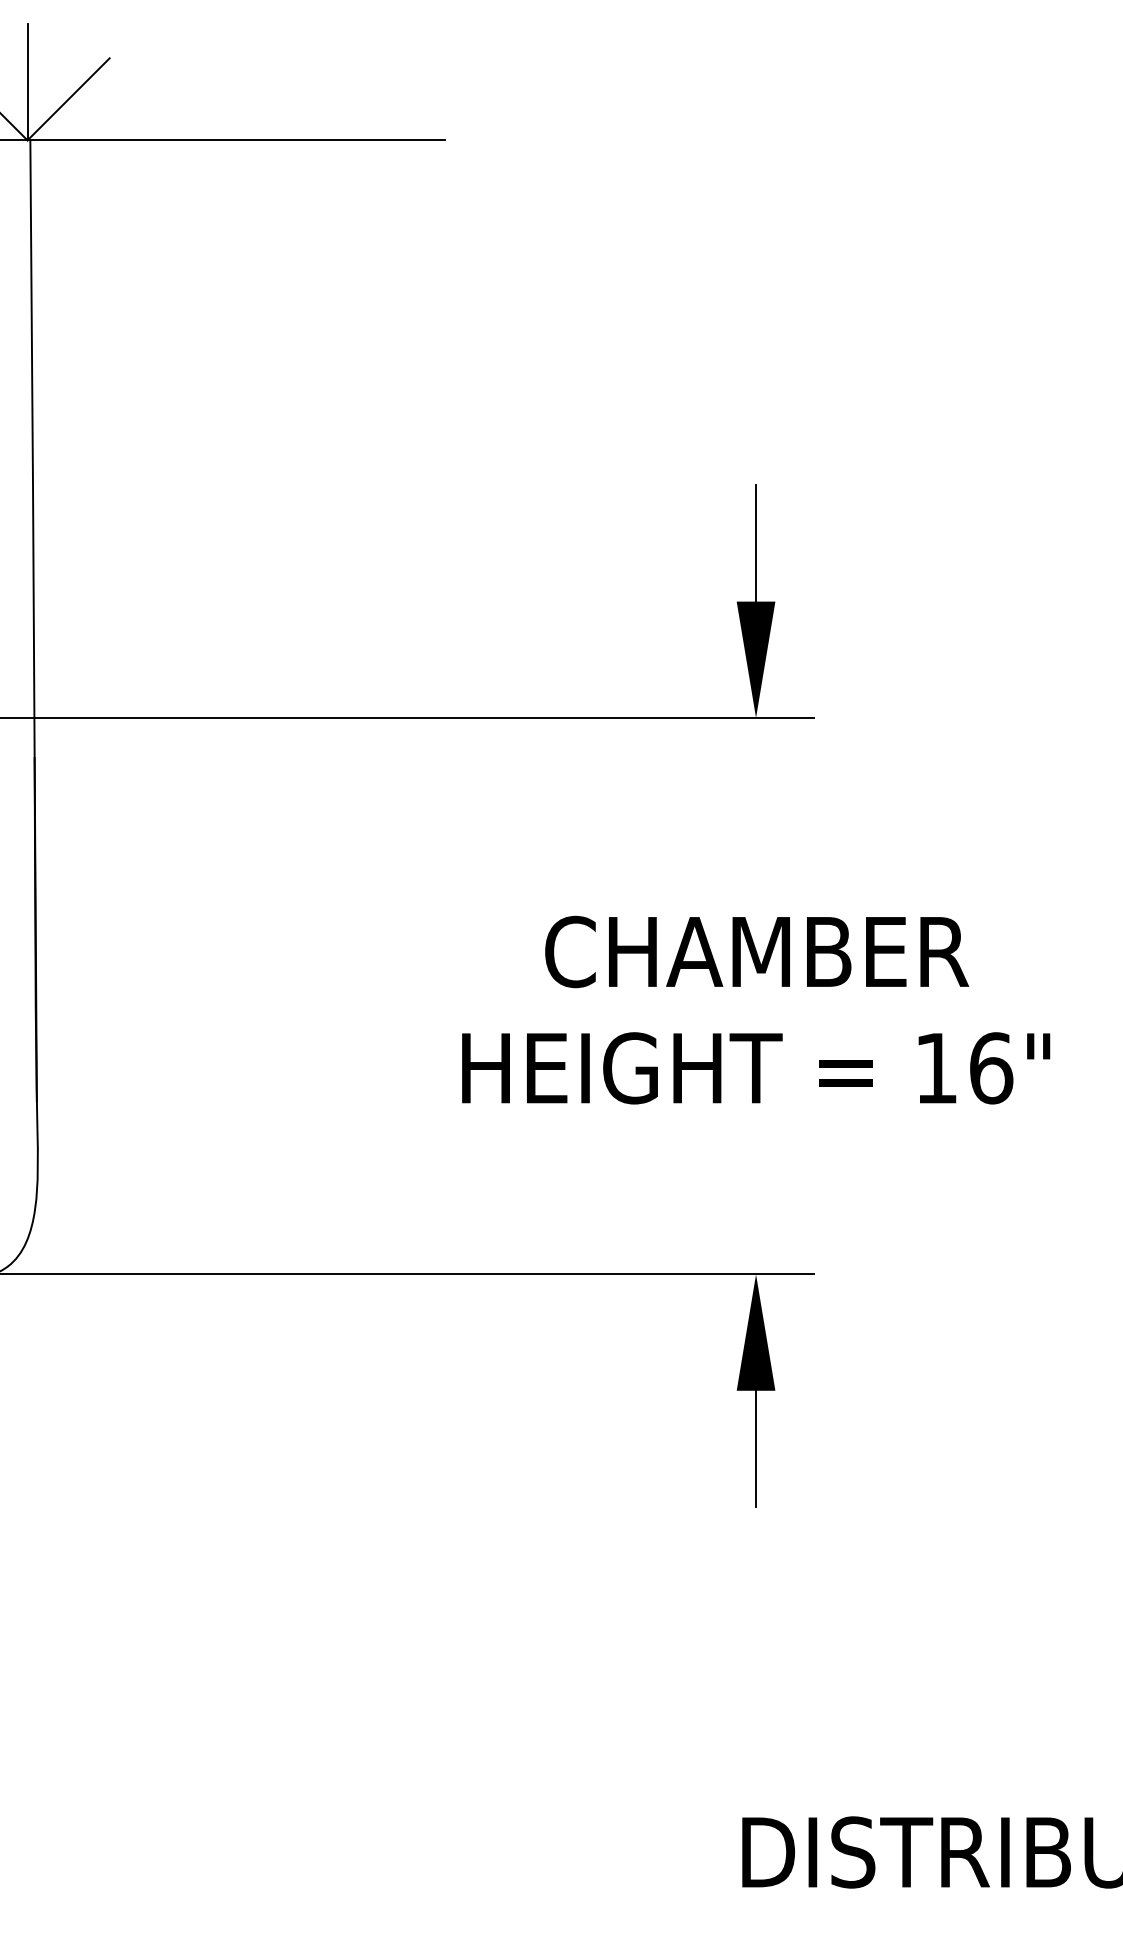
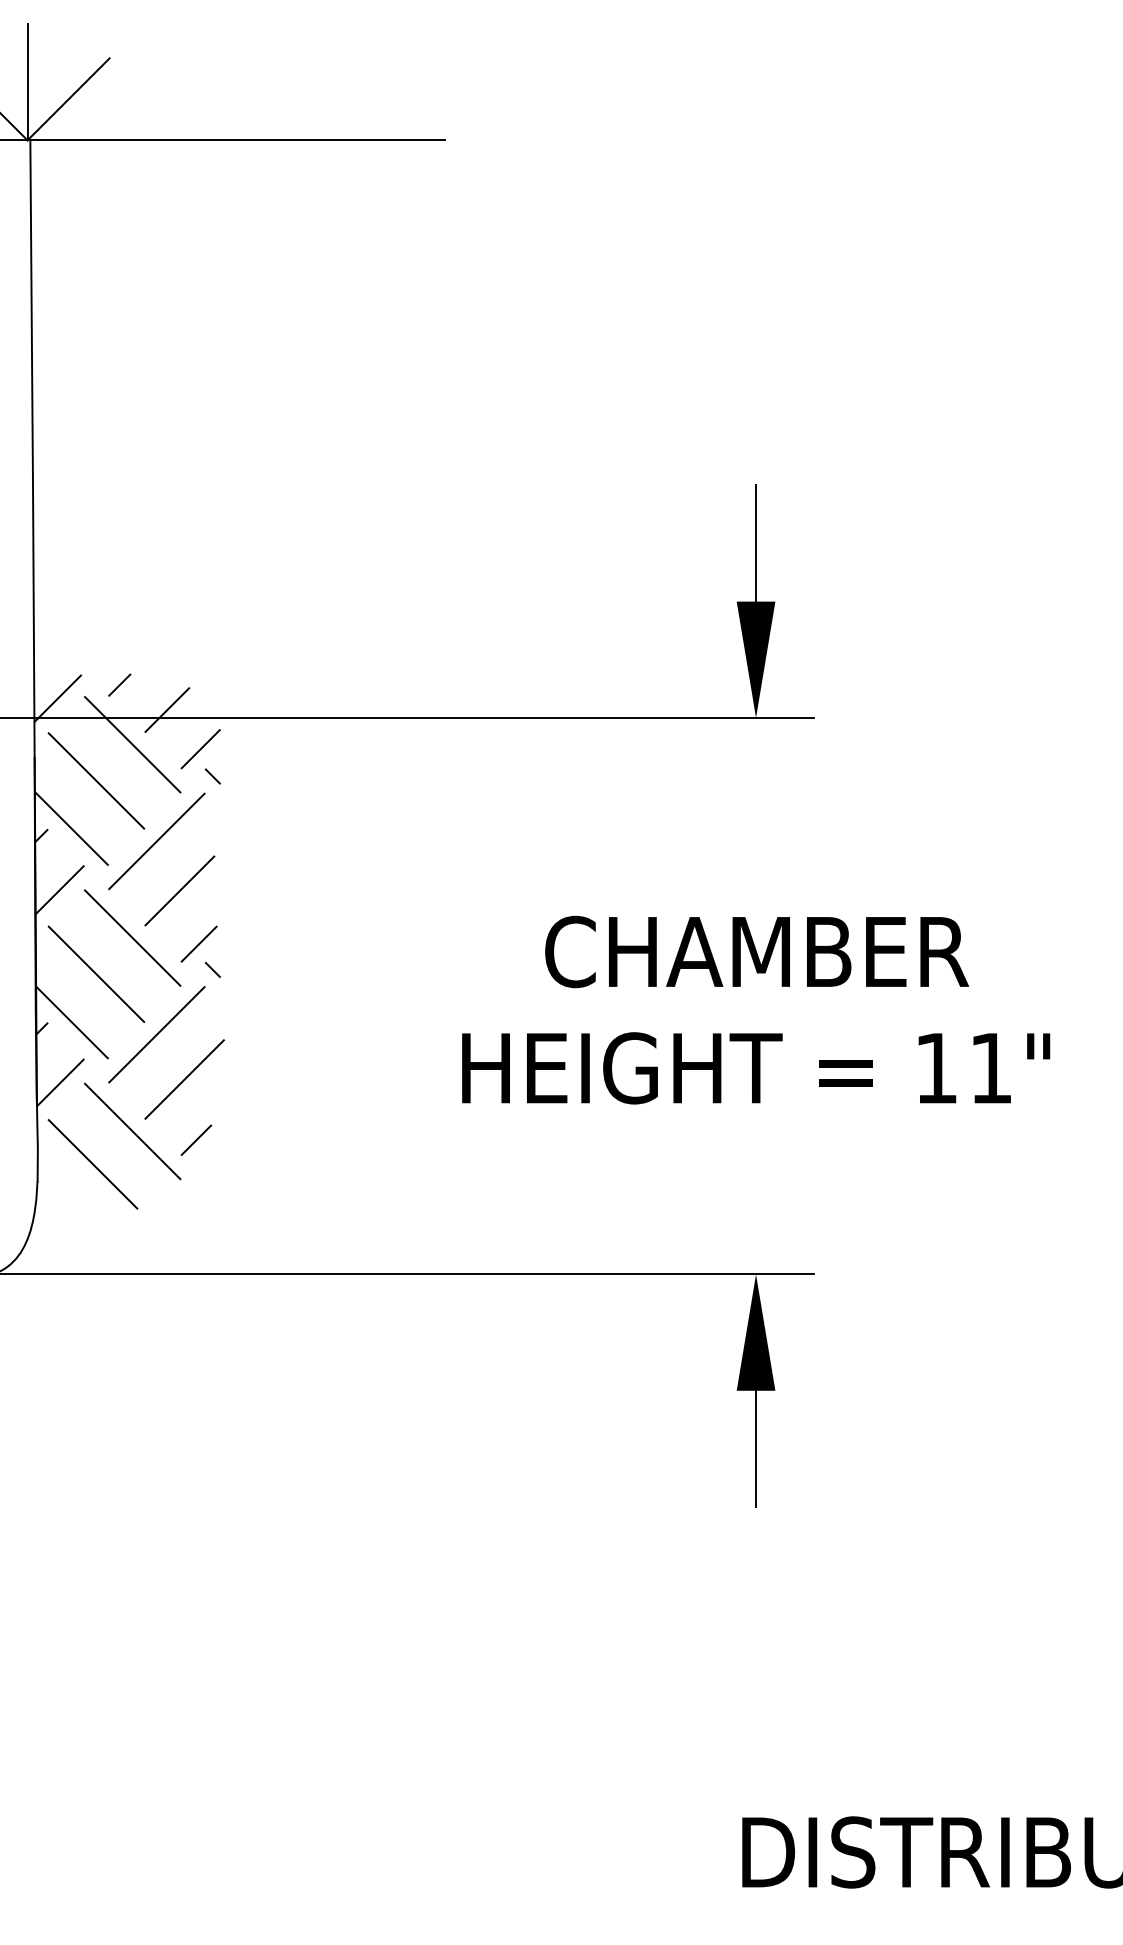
hatch at (129, 941): none -> present
text at (991, 1068): 16" -> 11"
